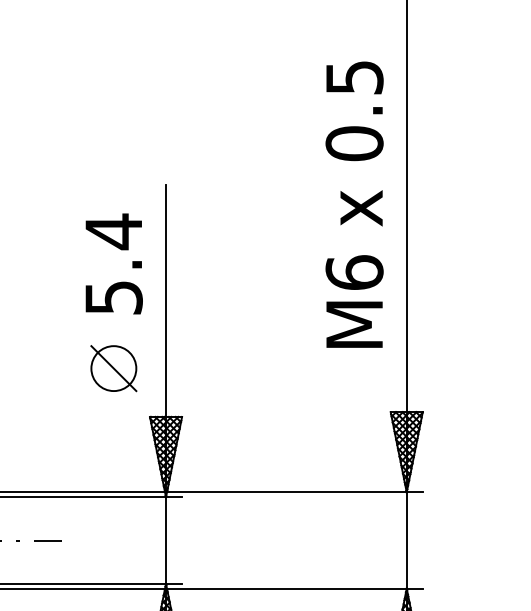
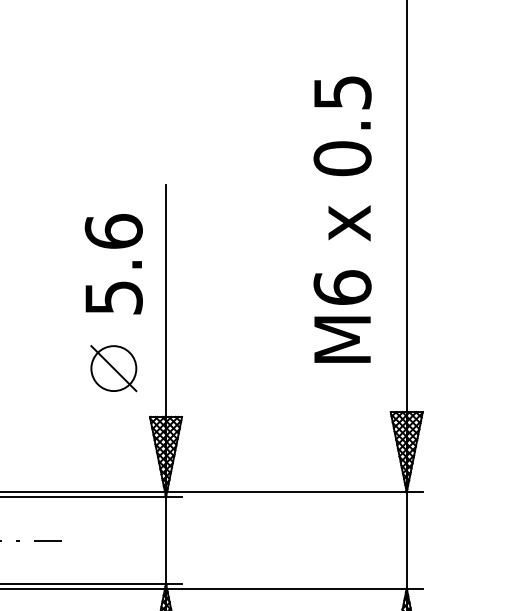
text at (354, 204) position: (354, 204) -> (342, 219)
text at (113, 231): 5.4 -> 5.6
